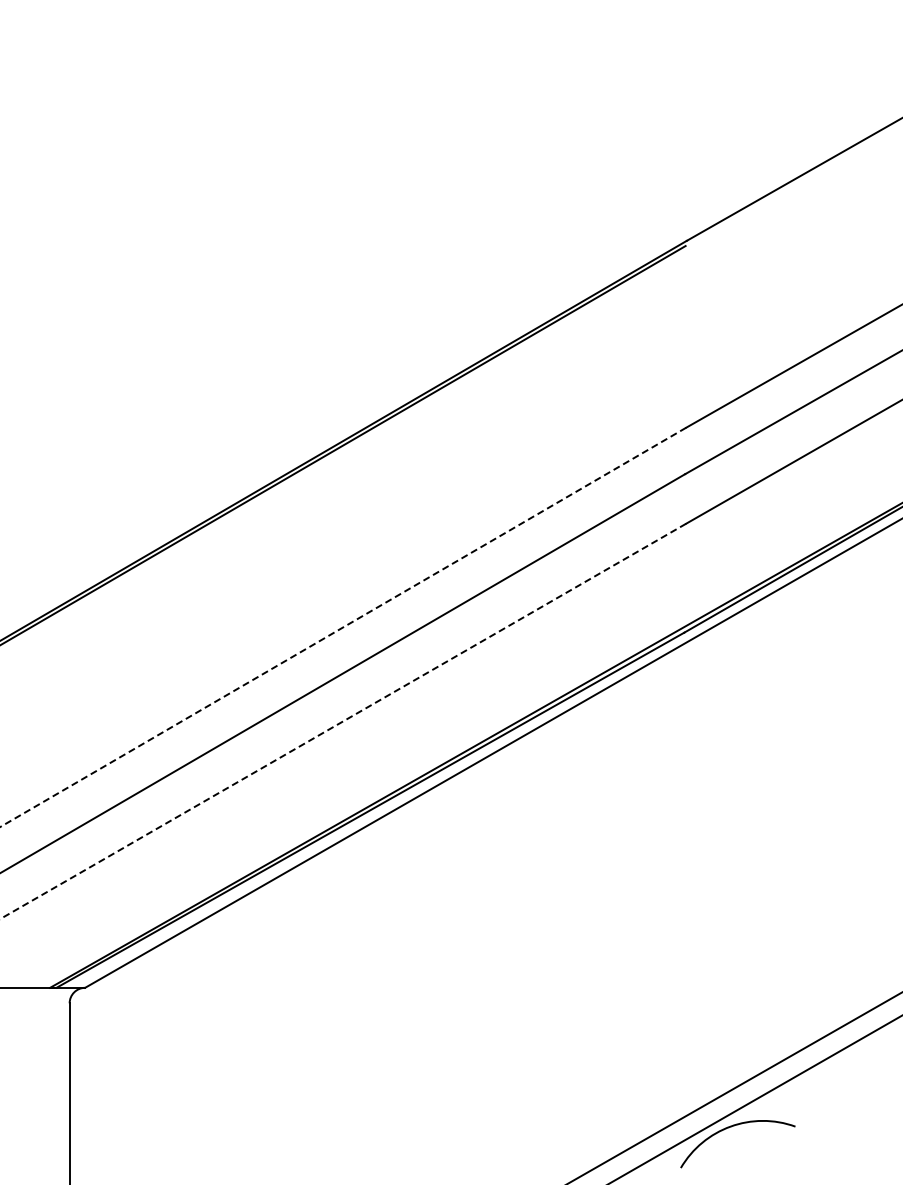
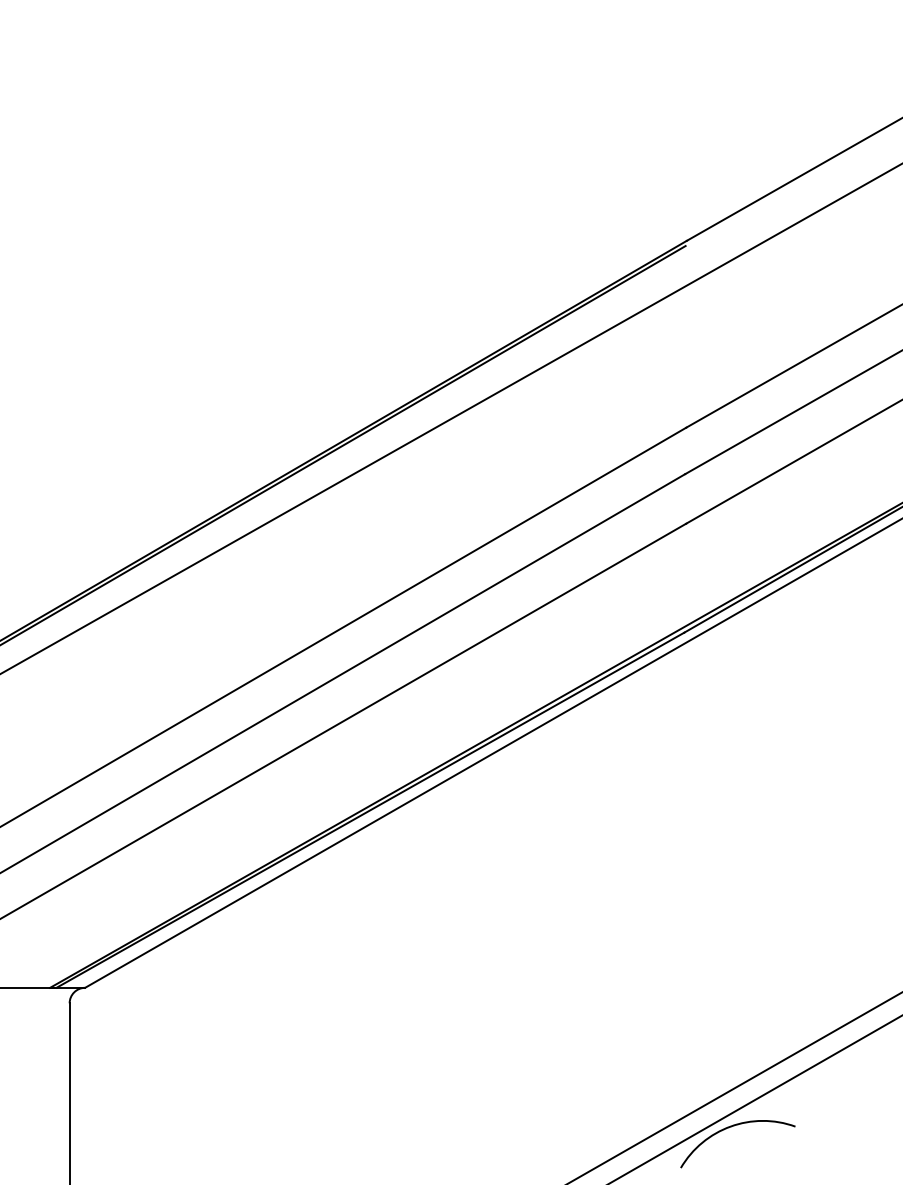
line at (450, 418): none -> present
line at (343, 627): dashed -> solid
line at (343, 721): dashed -> solid
